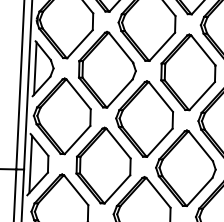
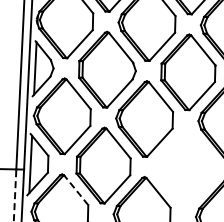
part at (185, 167): present -> none
line at (75, 189): solid -> dashed
line at (15, 195): solid -> dashed
